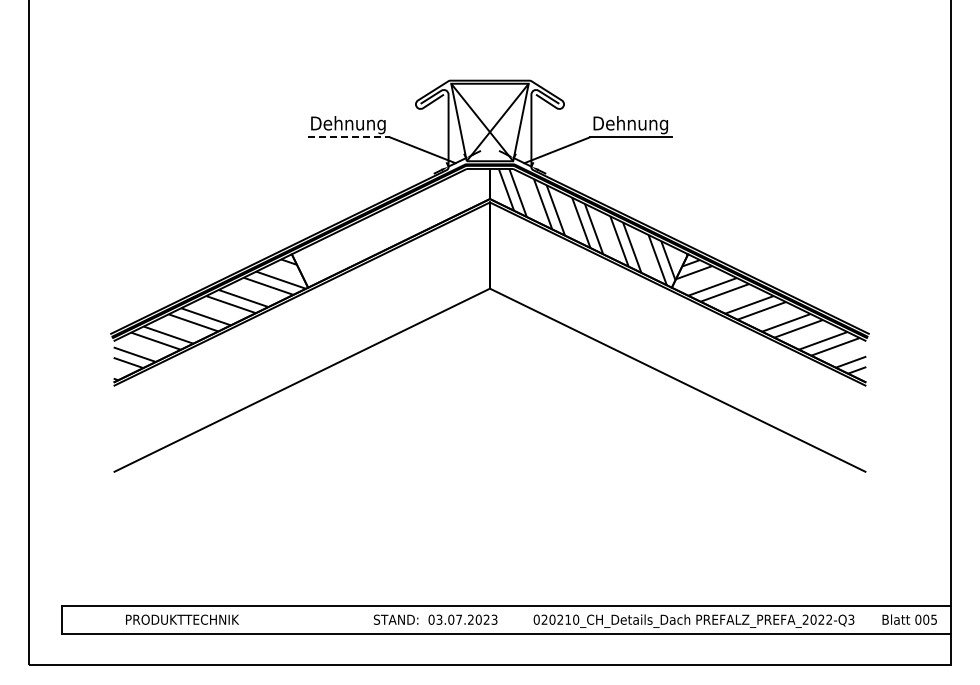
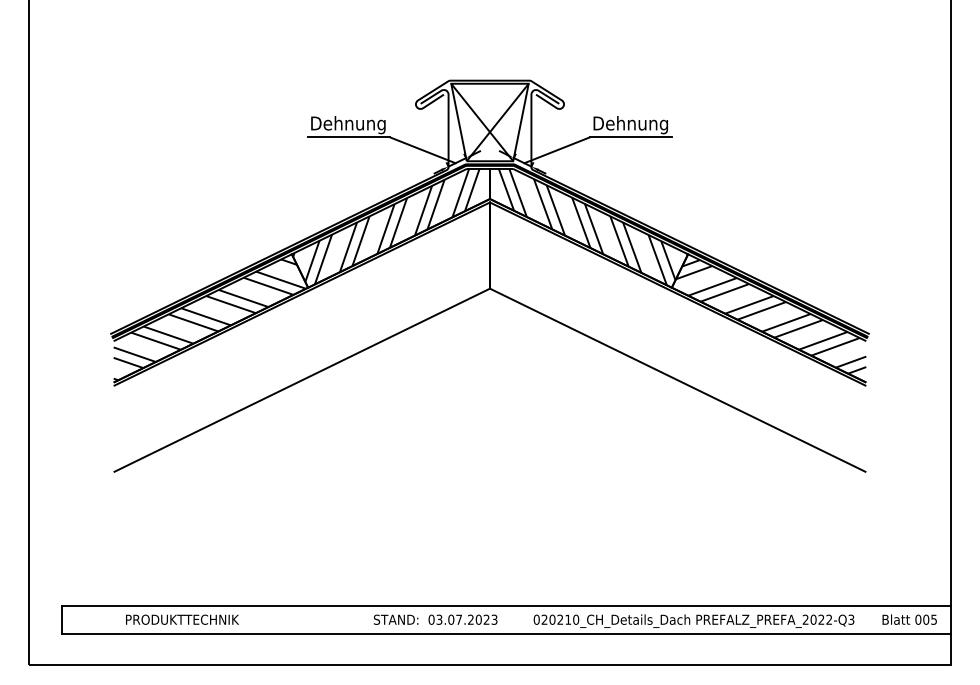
line at (348, 137): dashed -> solid
hatch at (386, 226): none -> present
